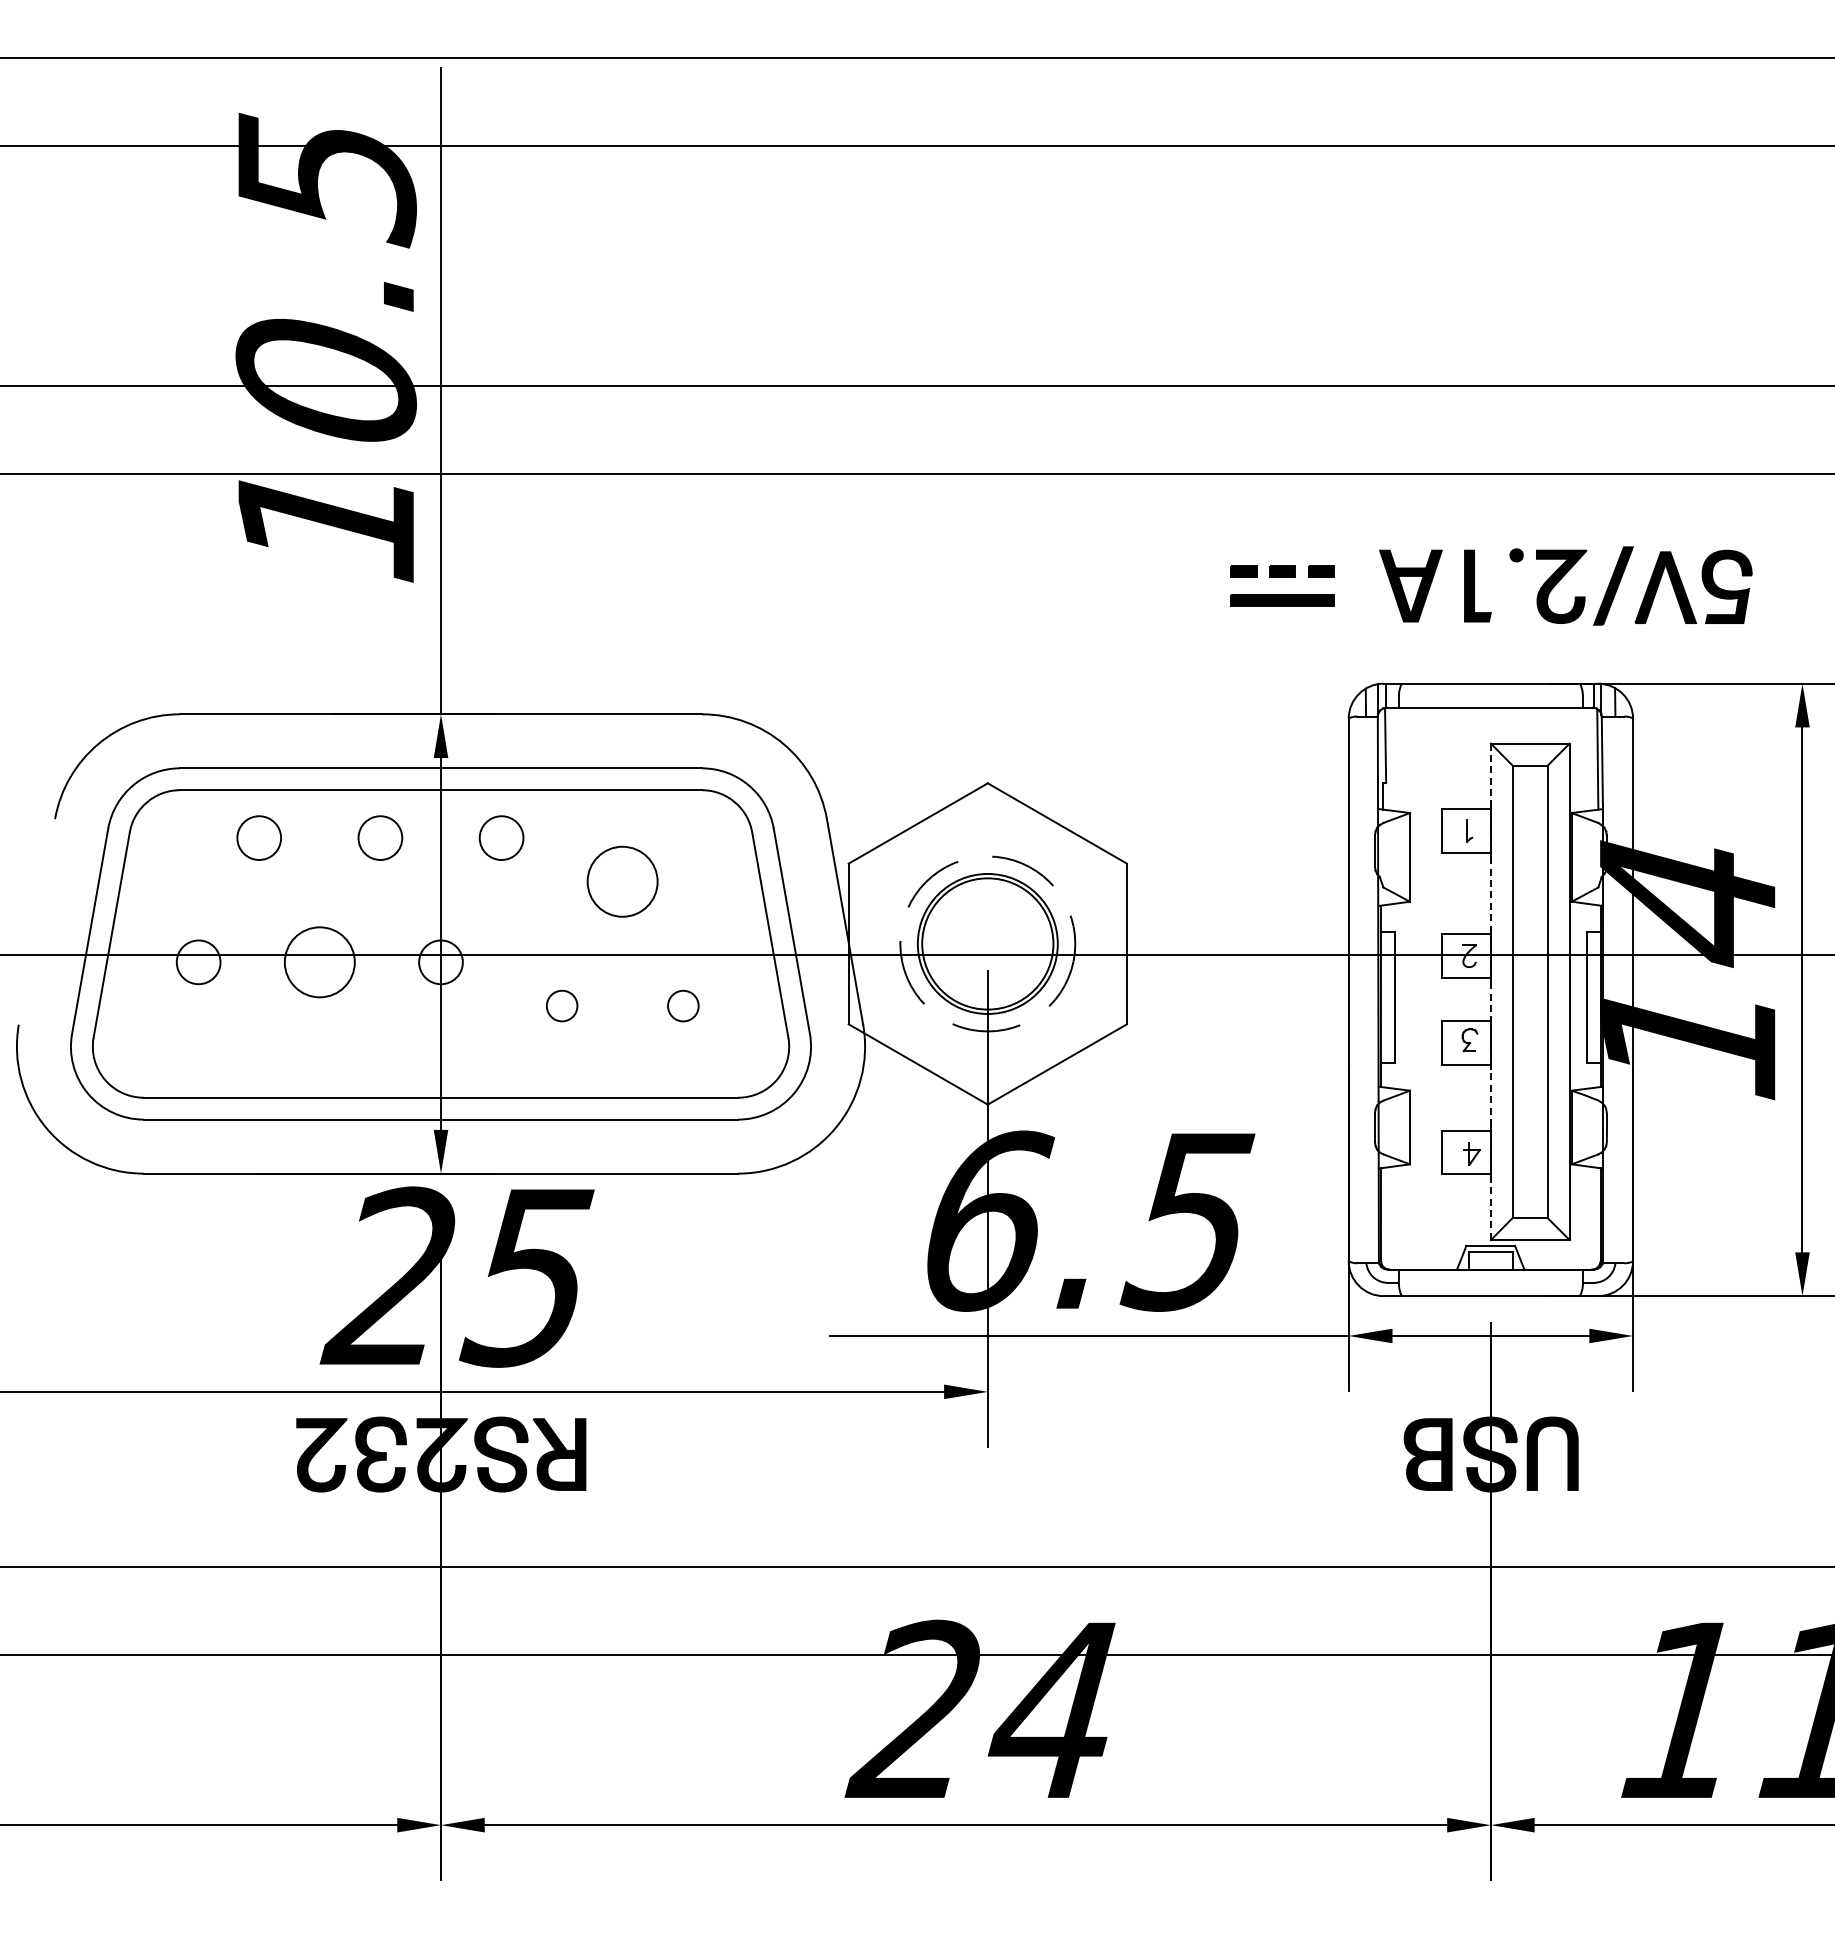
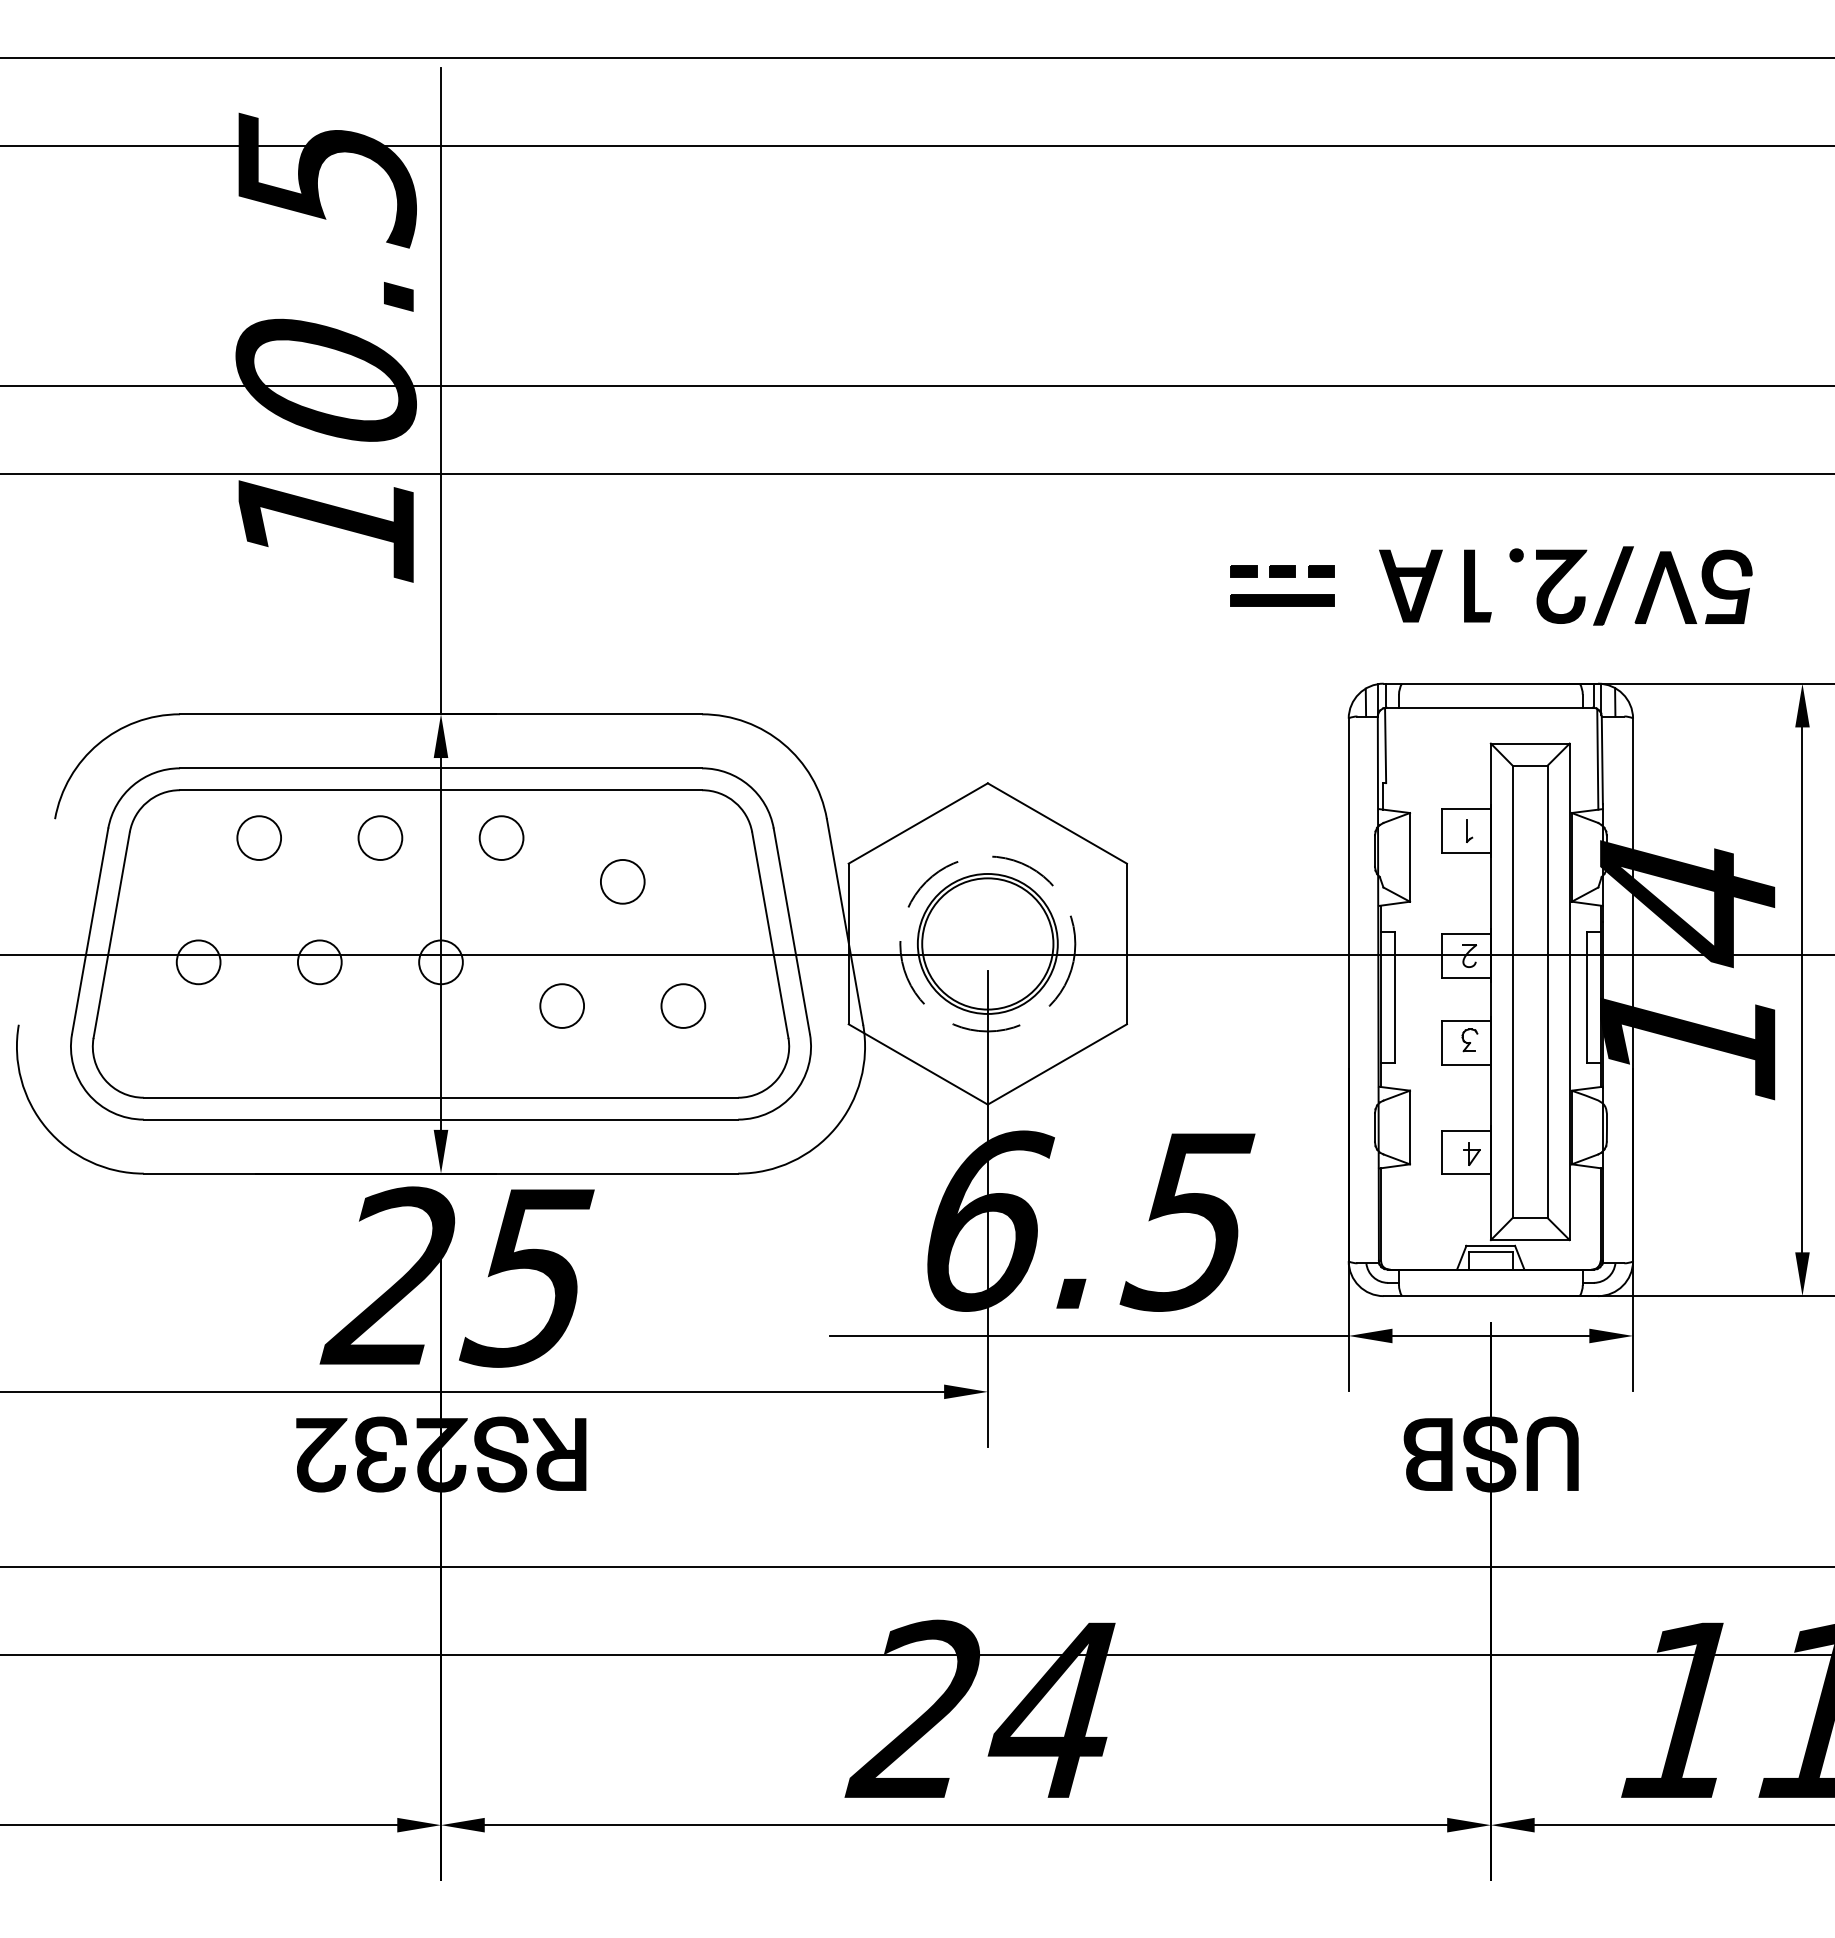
circle at (622, 881) size: 73x73 px -> 46x46 px
circle at (319, 962) diameter: 70 px -> 44 px
line at (1490, 992): dashed -> solid
circle at (561, 1005) size: 34x34 px -> 46x46 px
circle at (683, 1005) diameter: 31 px -> 44 px
